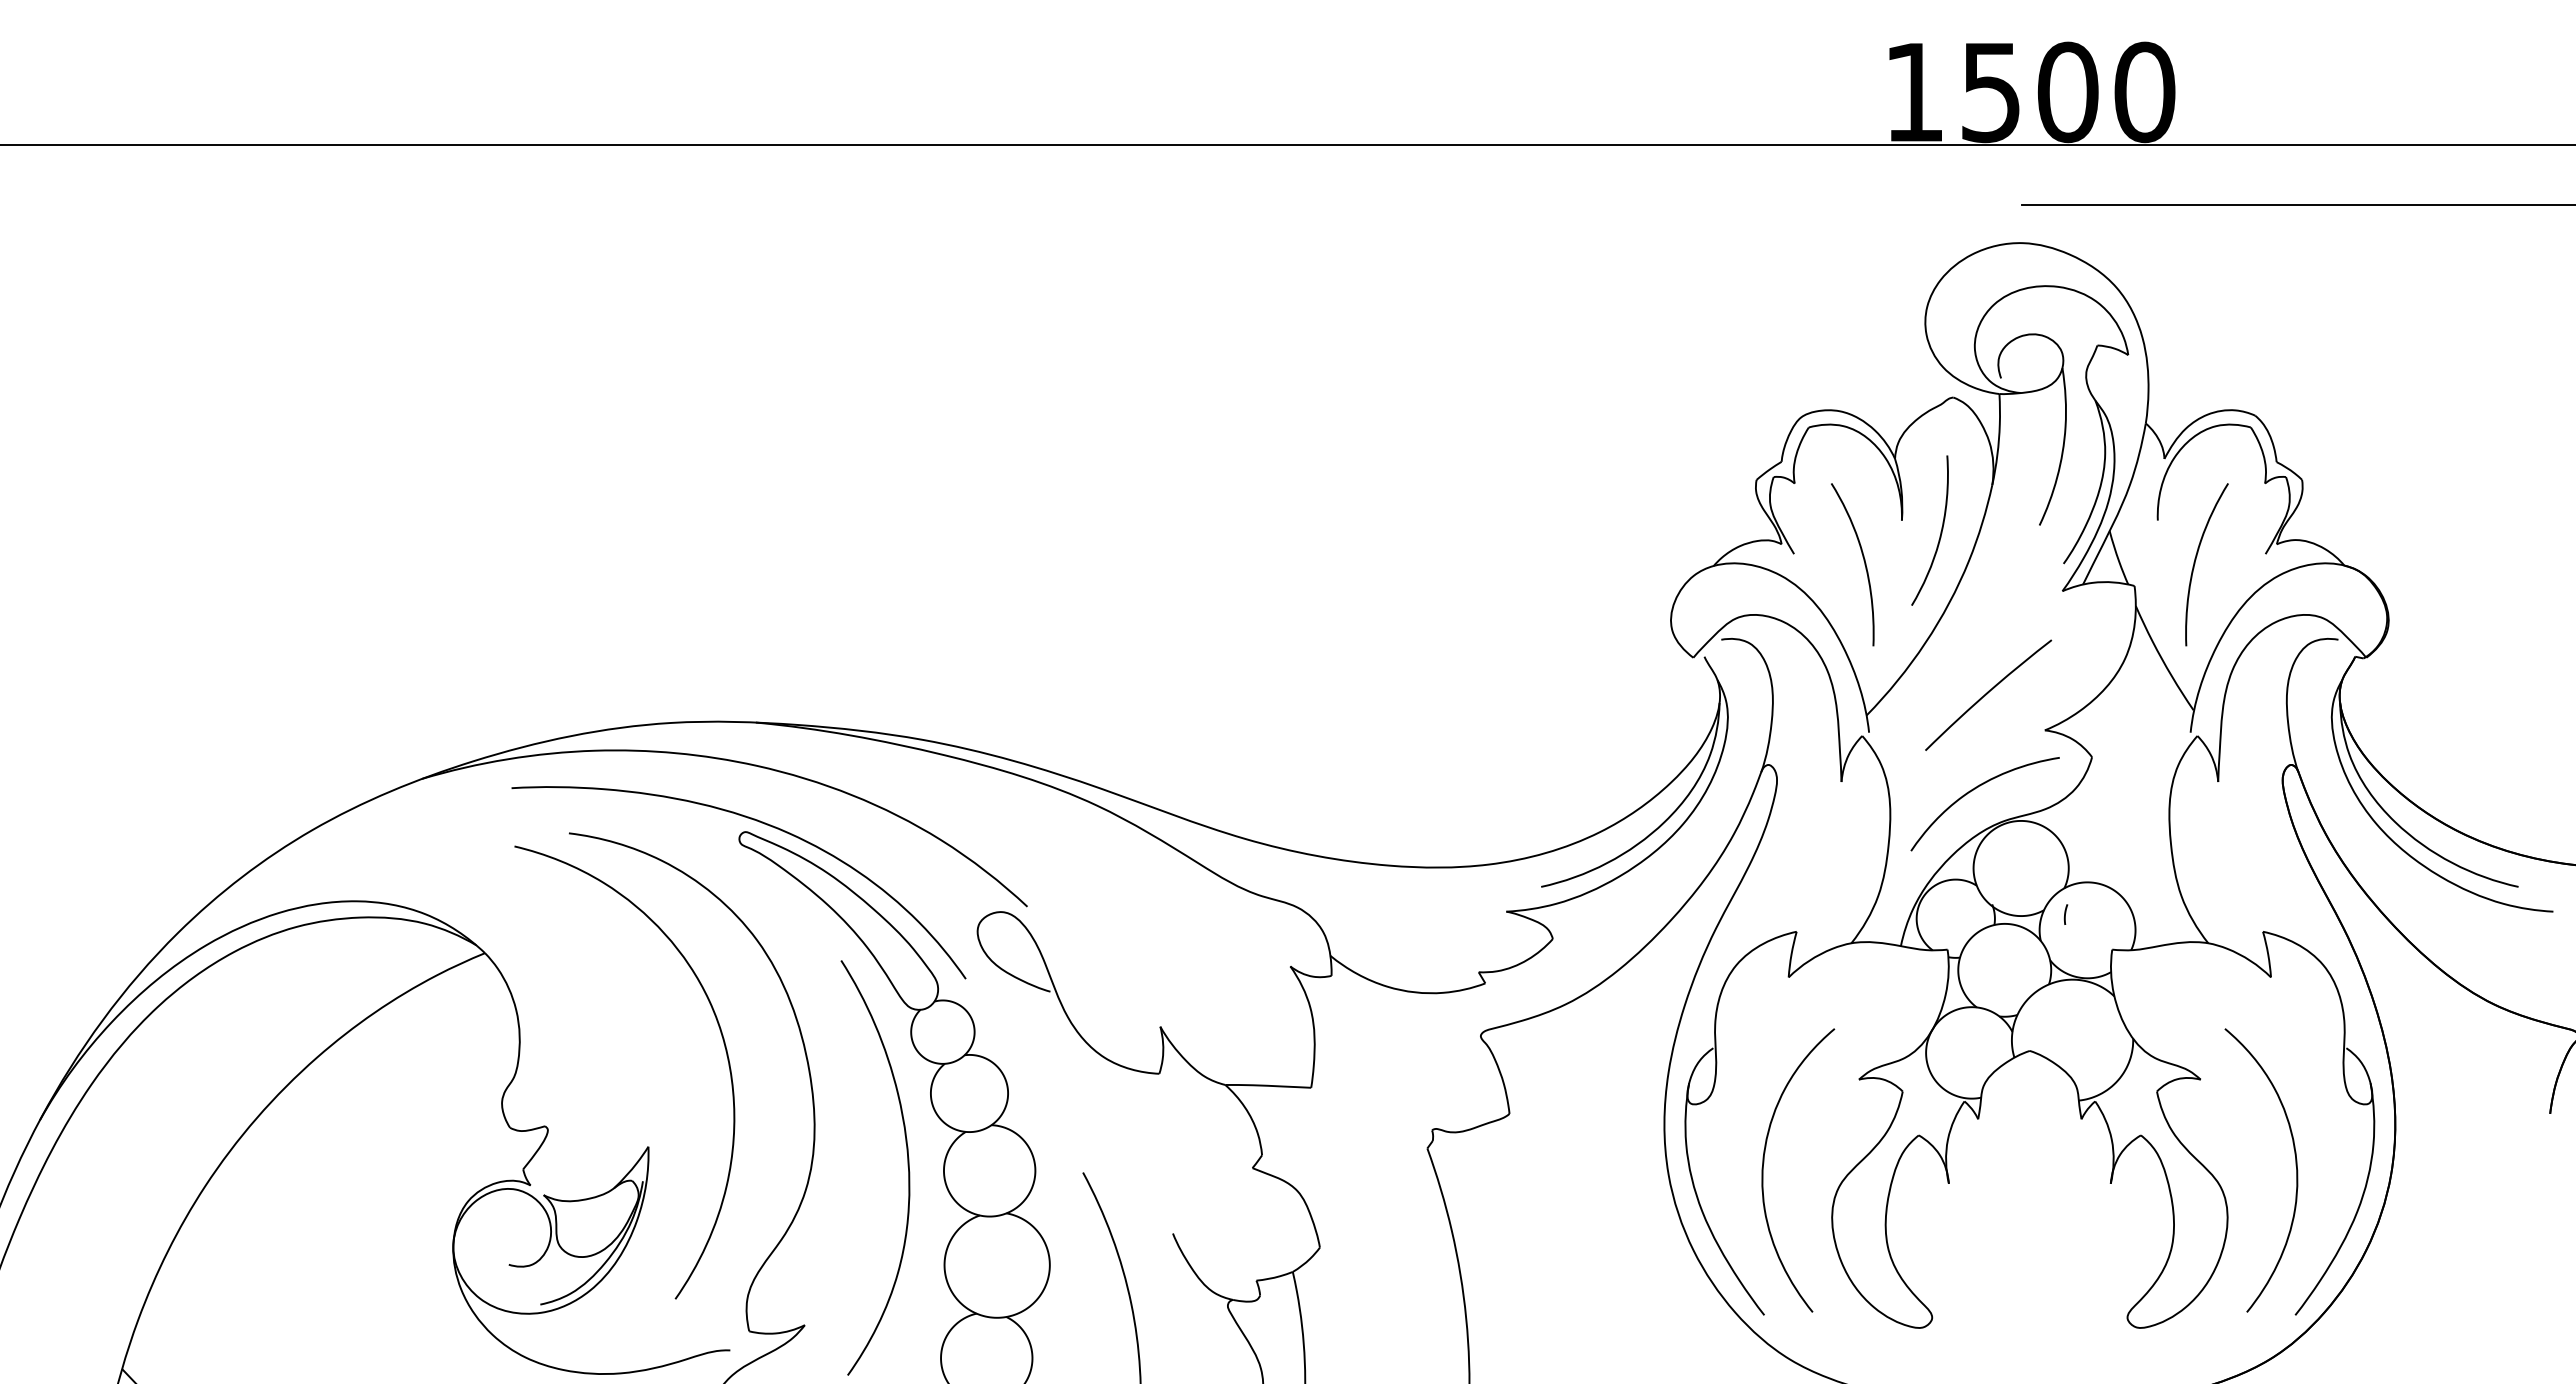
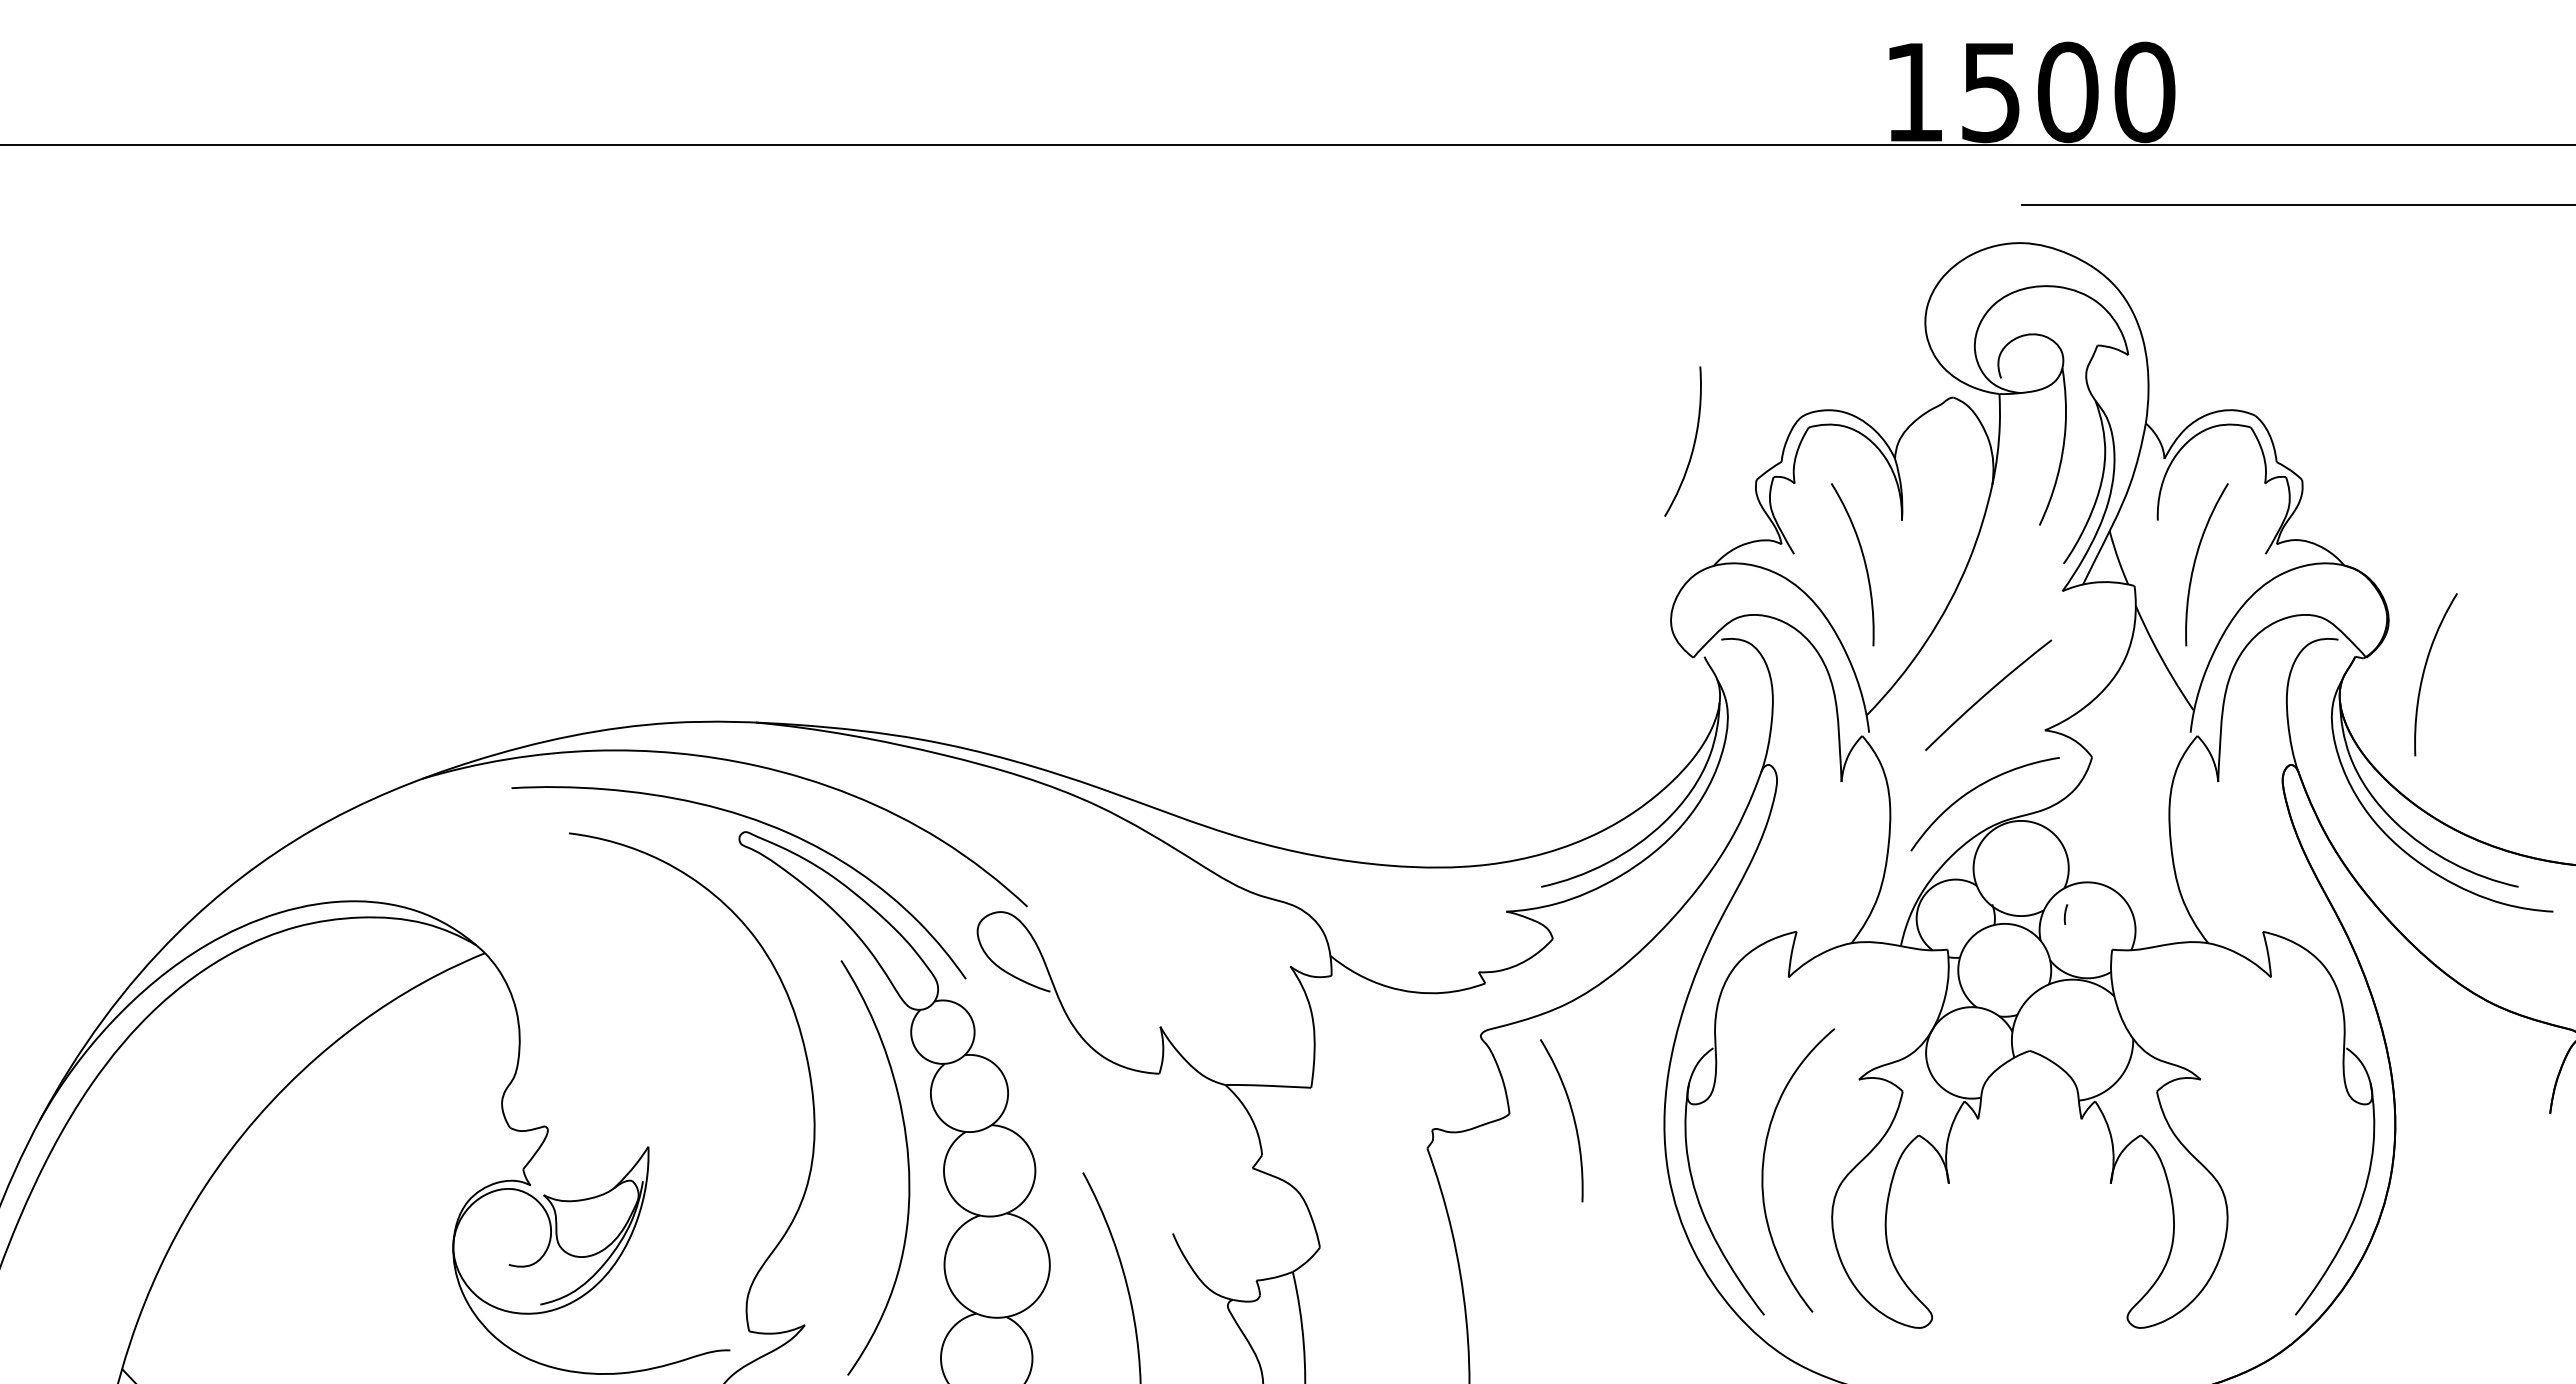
curve at (1940, 531) position: (1940, 531) -> (1693, 442)
curve at (2424, 674): none -> present
curve at (724, 1047): present -> none
curve at (1572, 1116): none -> present
curve at (2295, 1165): present -> none
